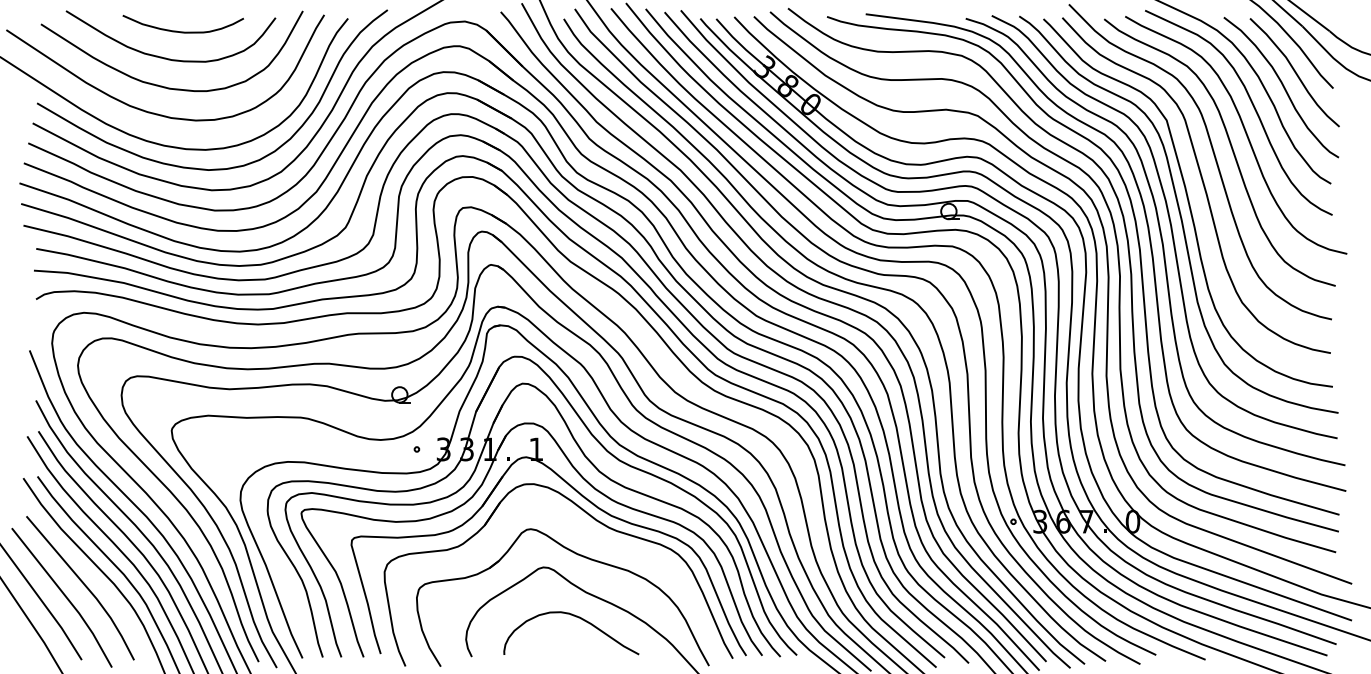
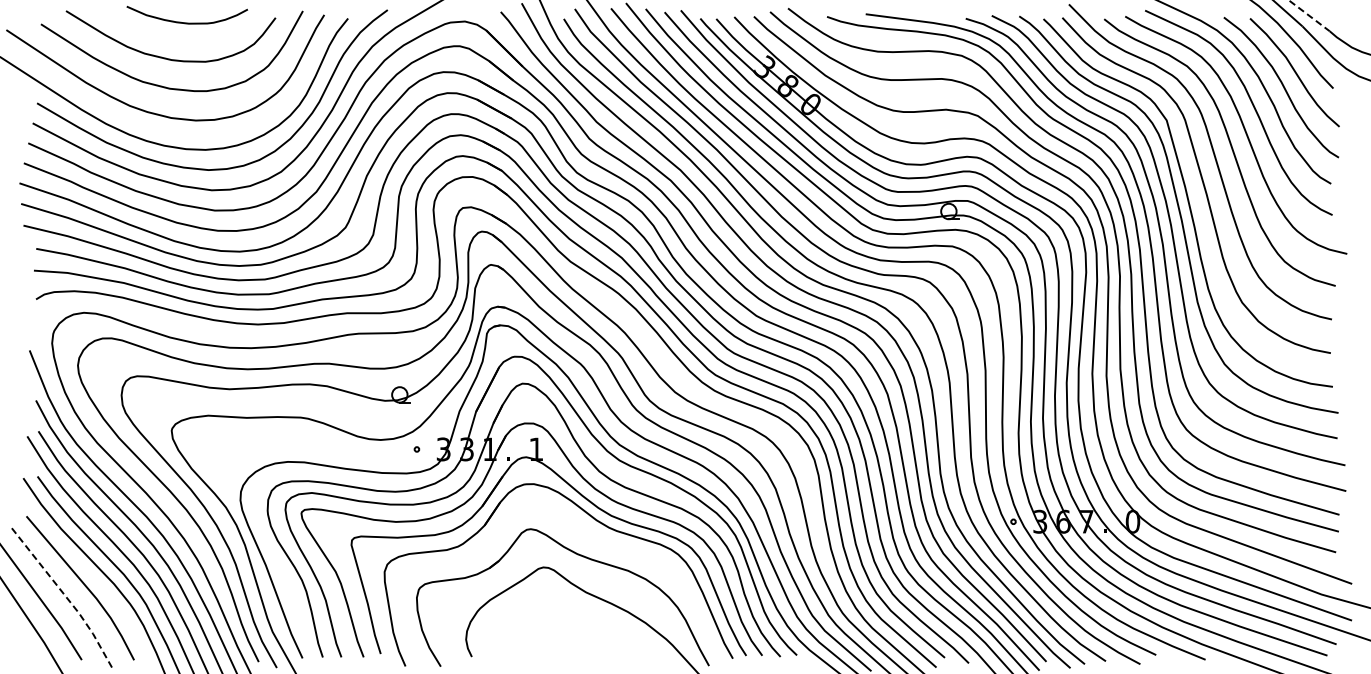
line at (1309, 15): solid -> dashed
curve at (182, 31) position: (182, 31) -> (186, 22)
line at (66, 597): solid -> dashed
curve at (578, 618): present -> none
